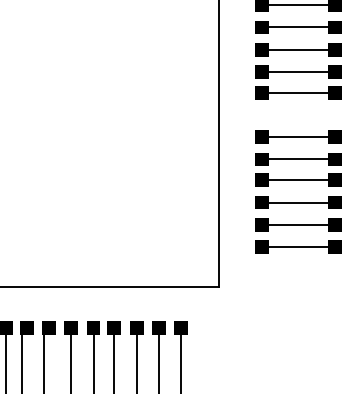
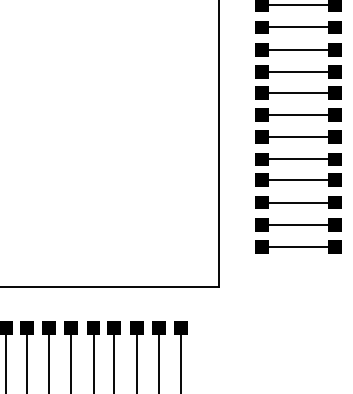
part at (298, 114): none -> present
line at (21, 358) position: (21, 358) -> (26, 358)
line at (44, 358) position: (44, 358) -> (49, 358)
